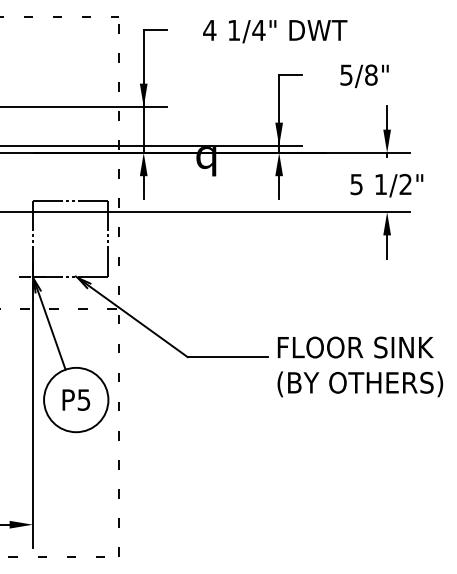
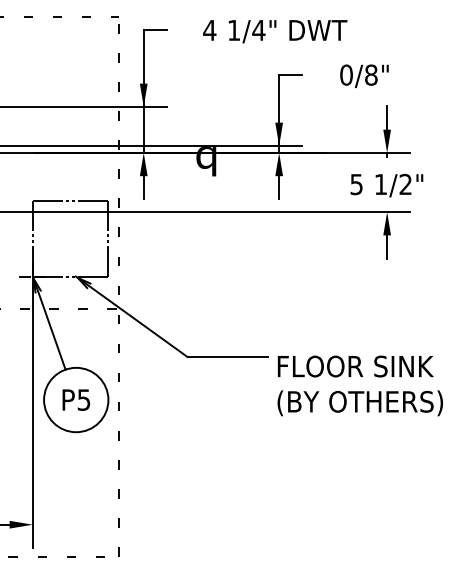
text at (346, 74): 5/8" -> 0/8"
text at (360, 366) position: (360, 366) -> (360, 385)
